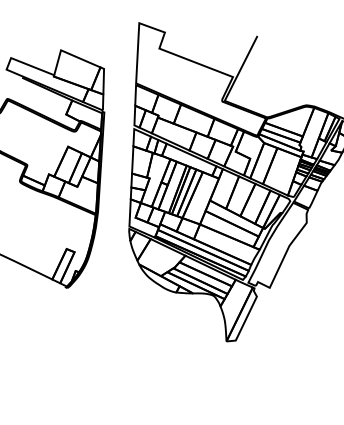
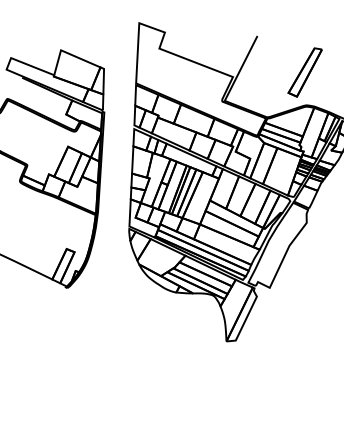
part at (304, 72): none -> present
